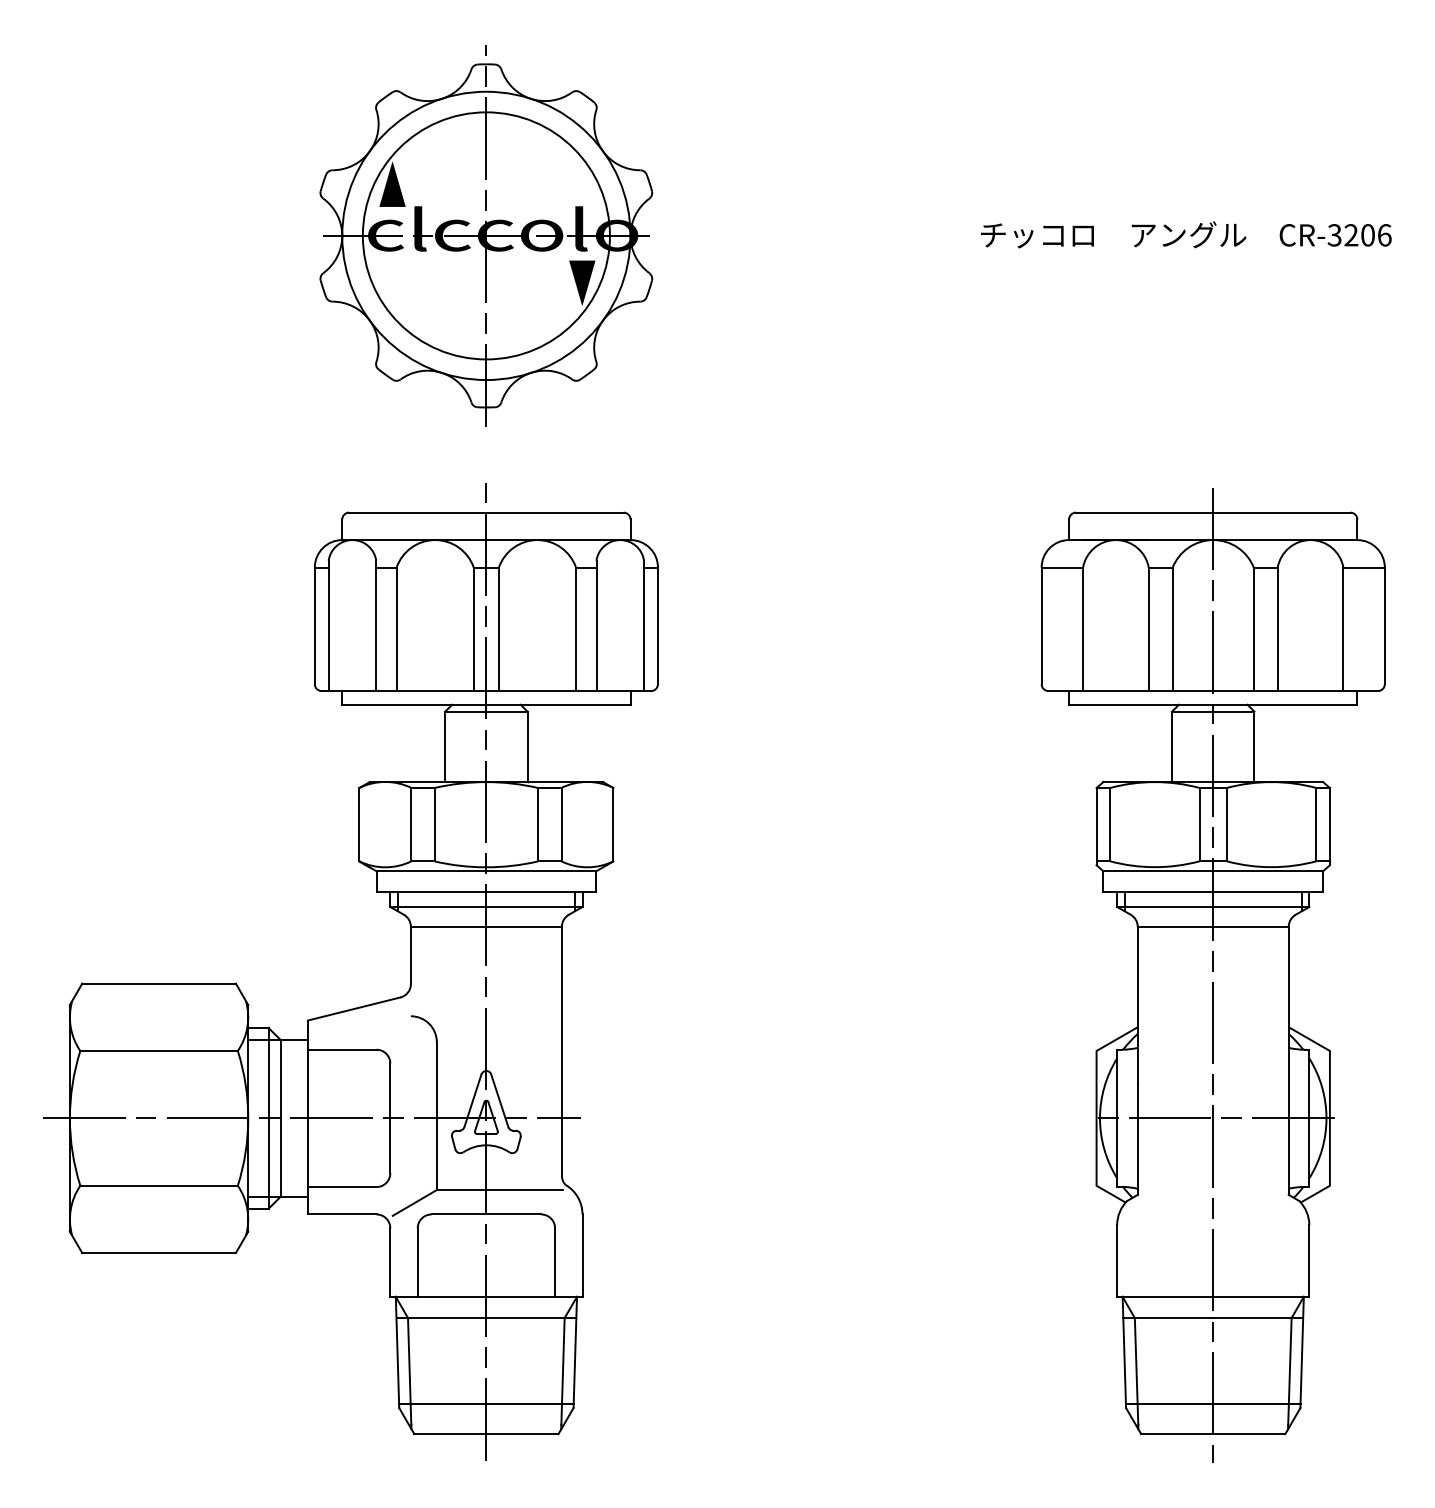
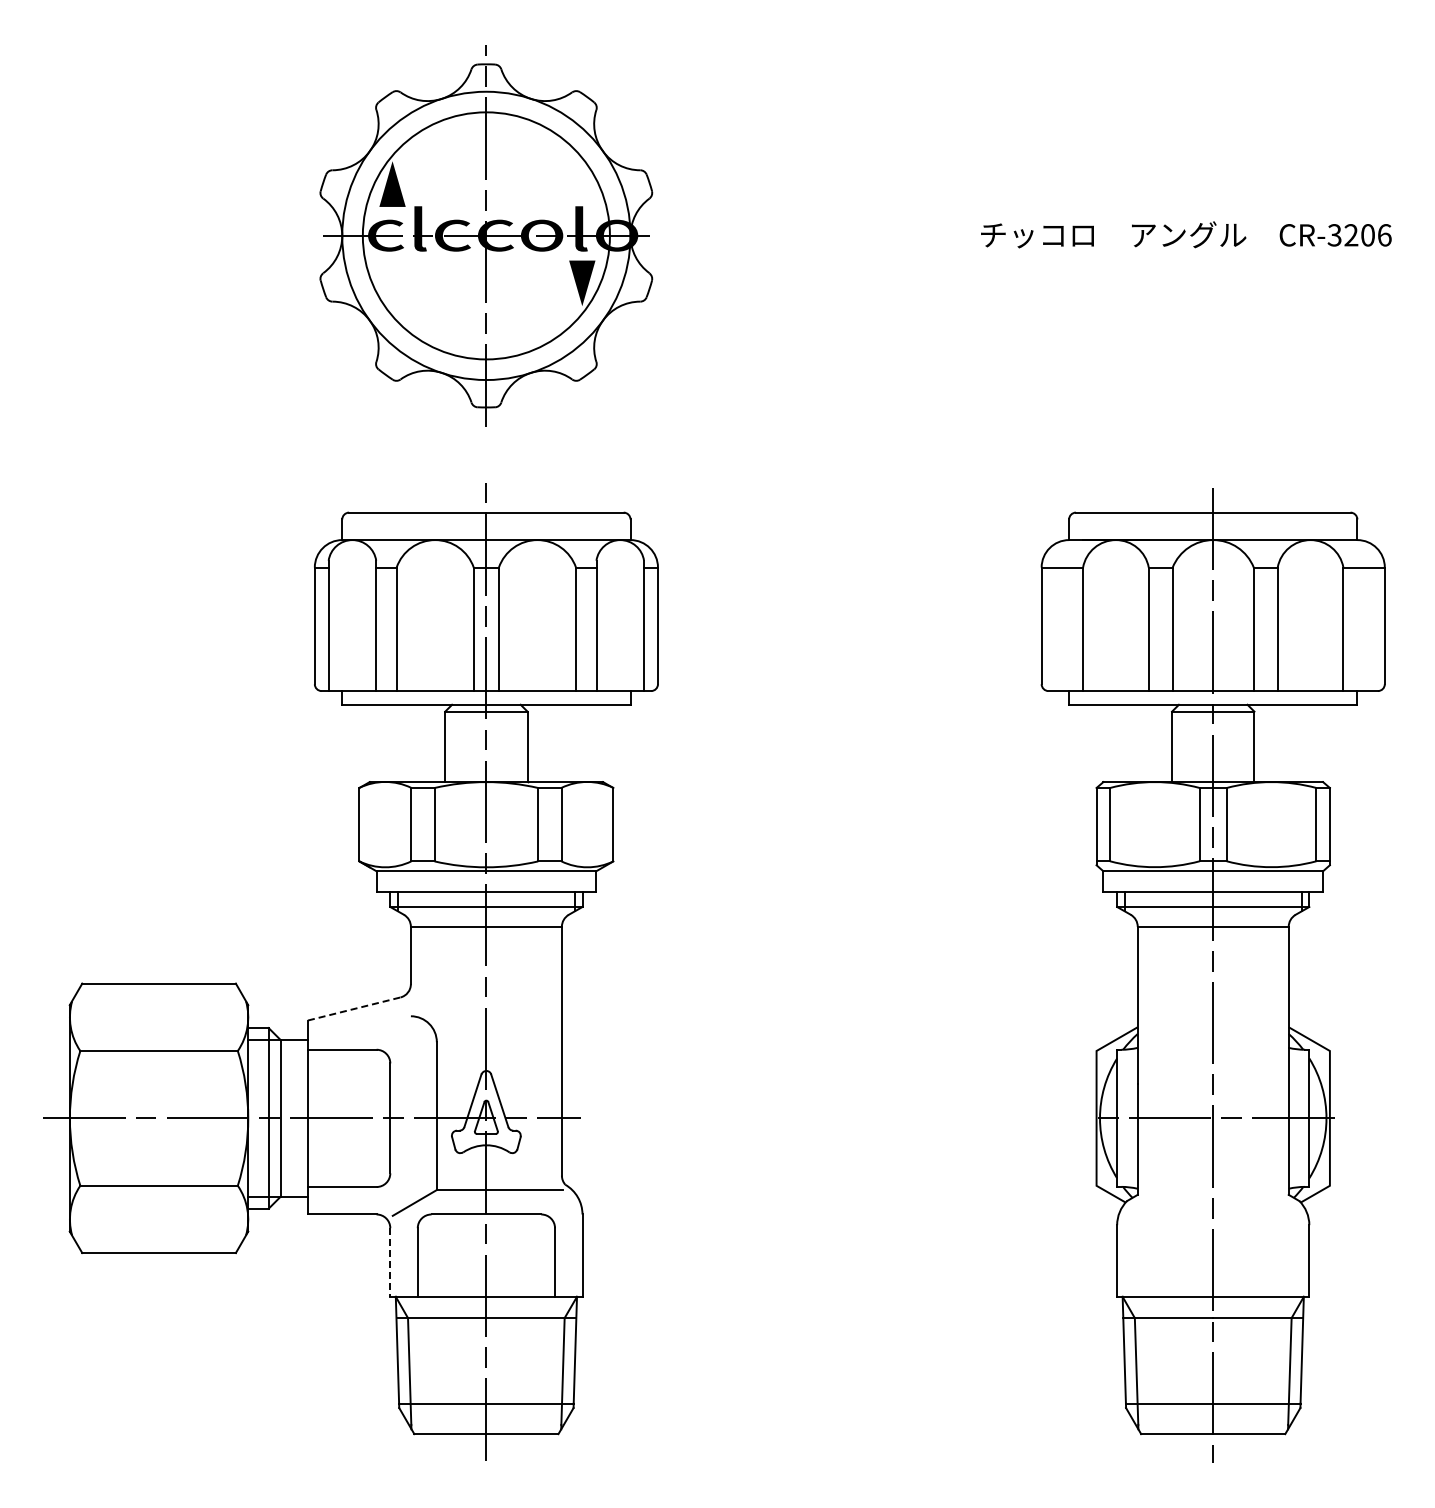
line at (354, 1008): solid -> dashed
line at (390, 1263): solid -> dashed
